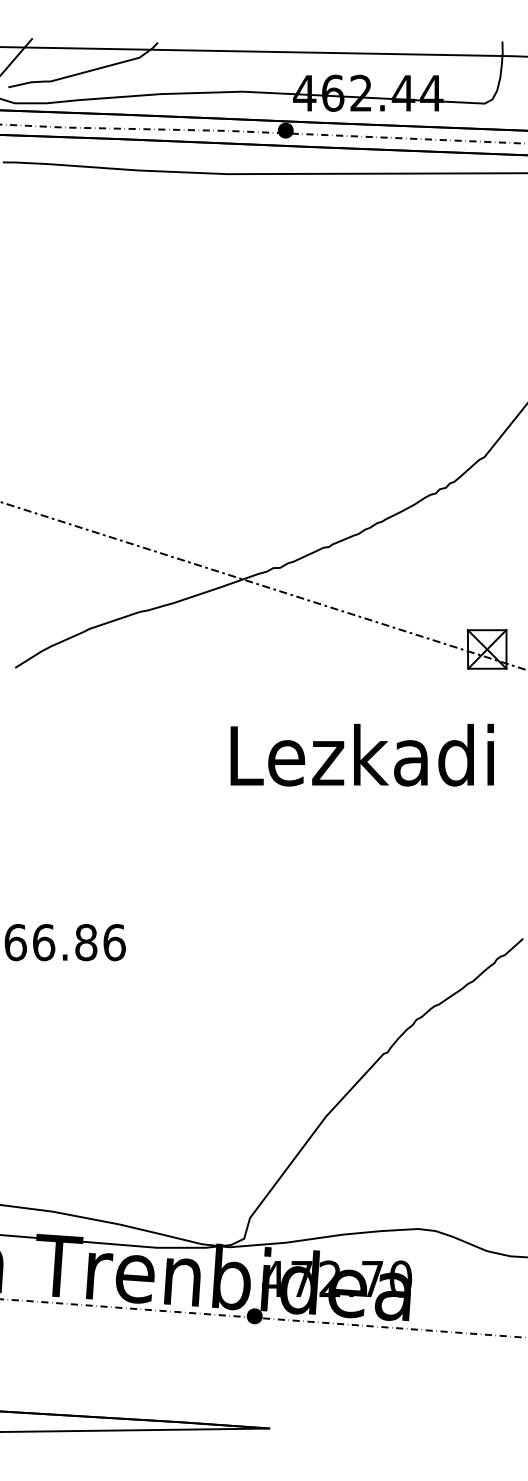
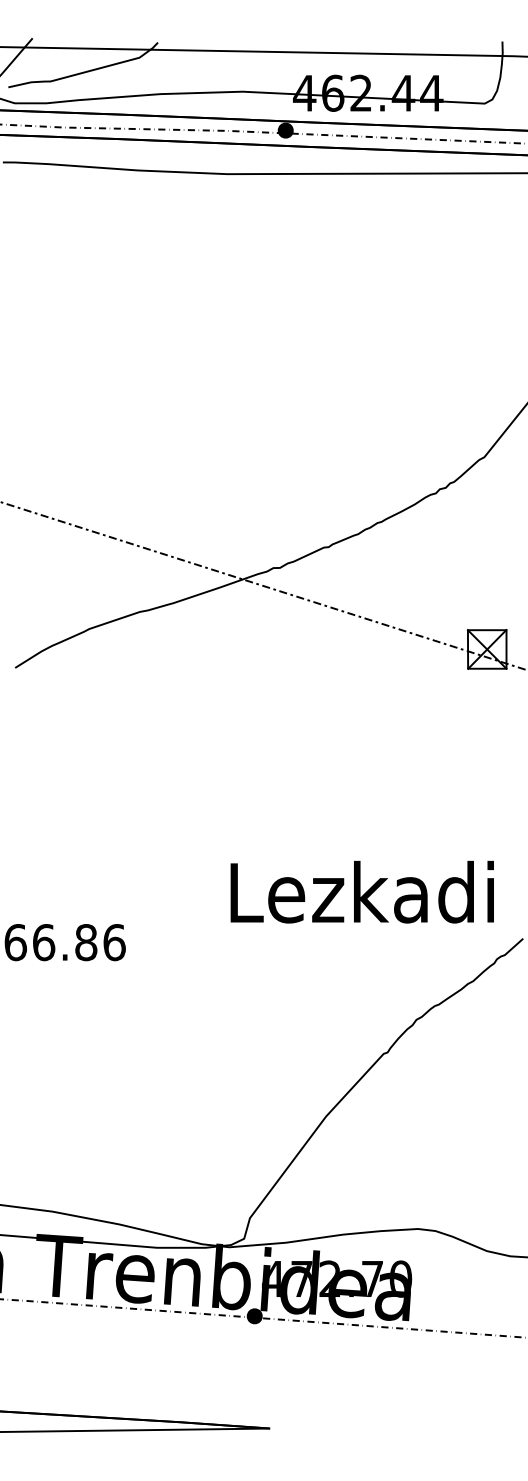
text at (361, 755) position: (361, 755) -> (361, 892)
